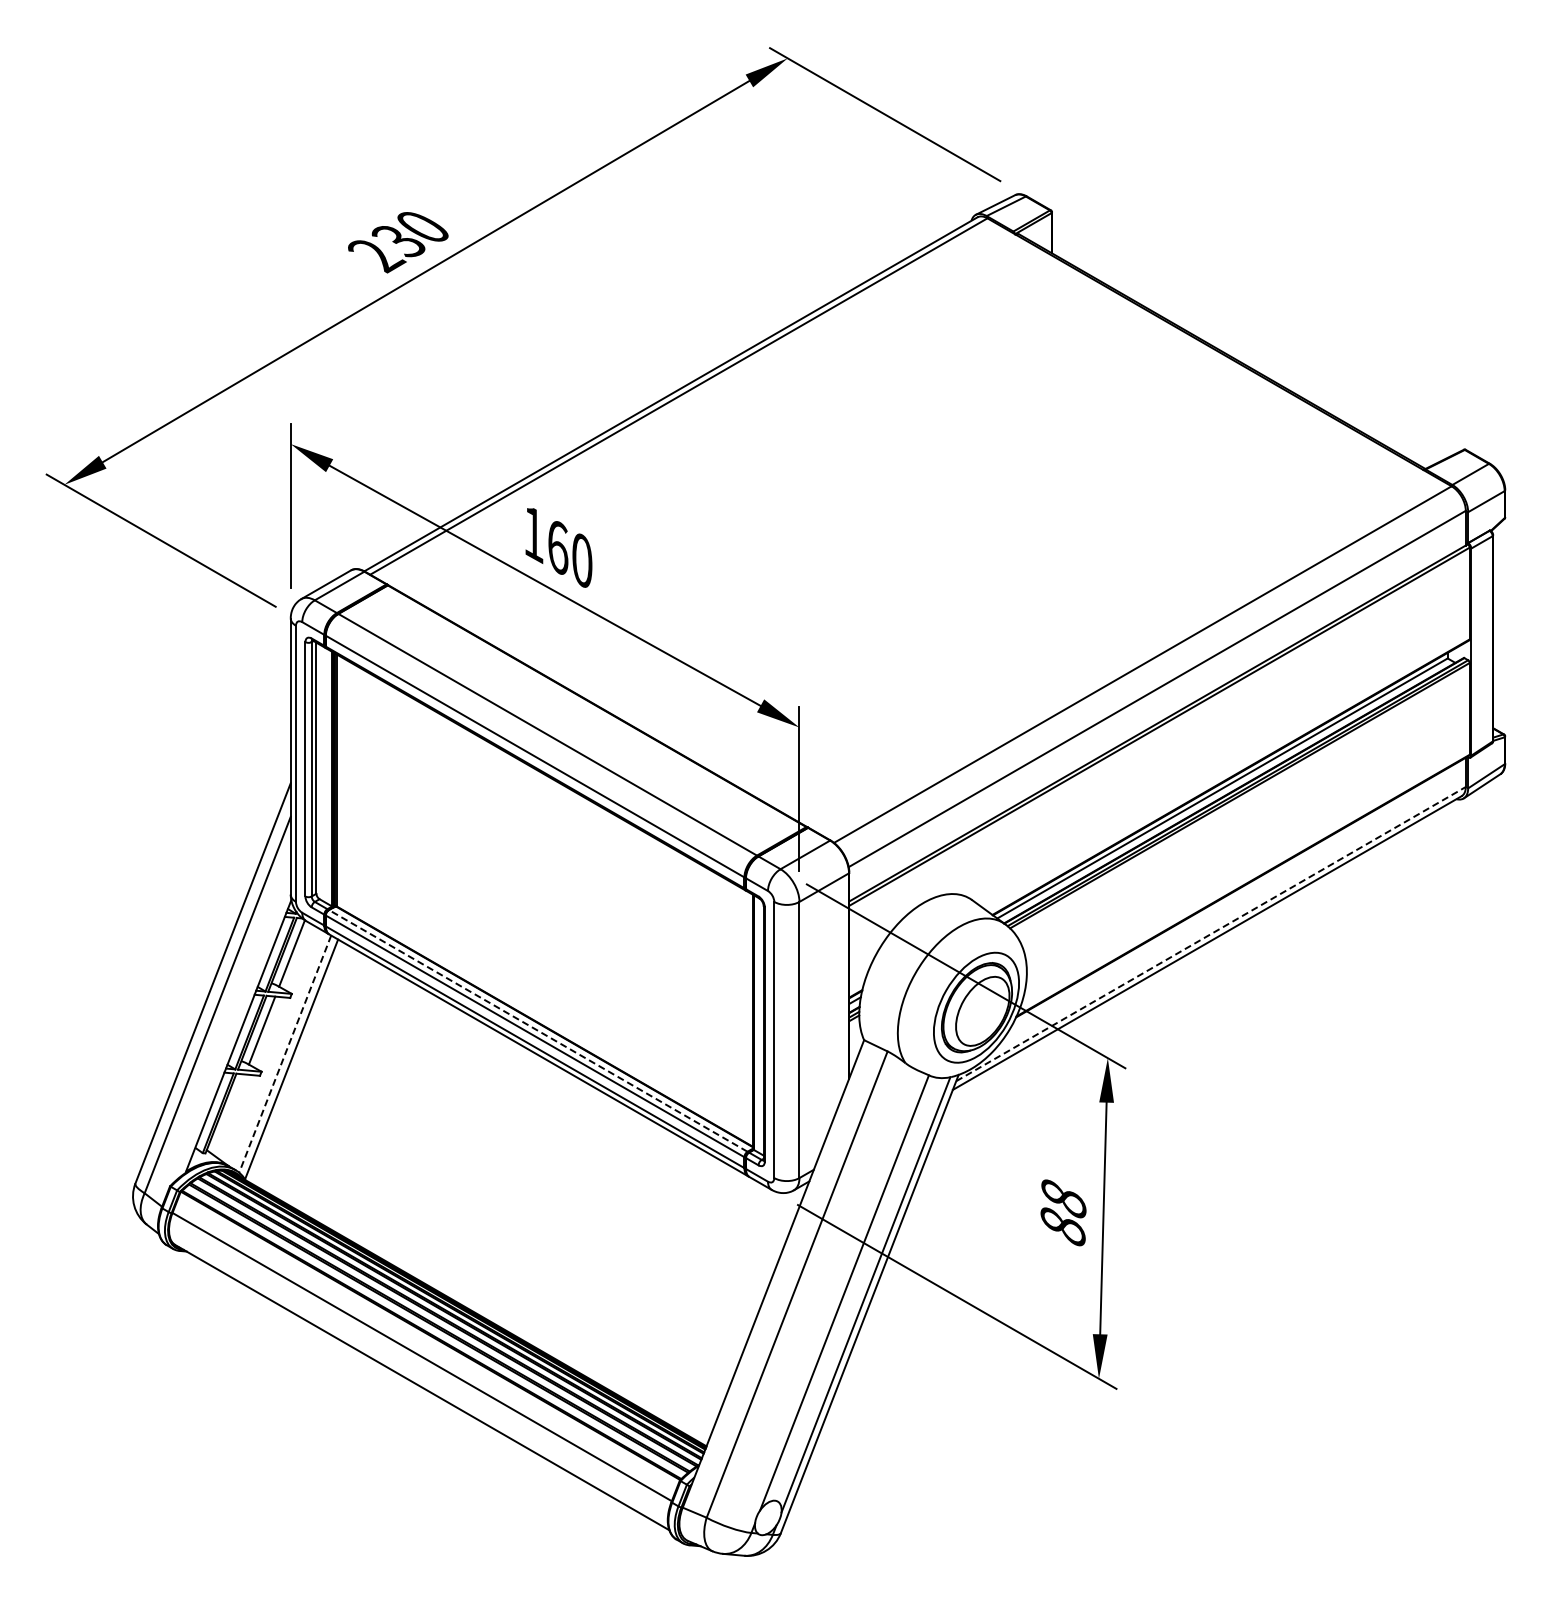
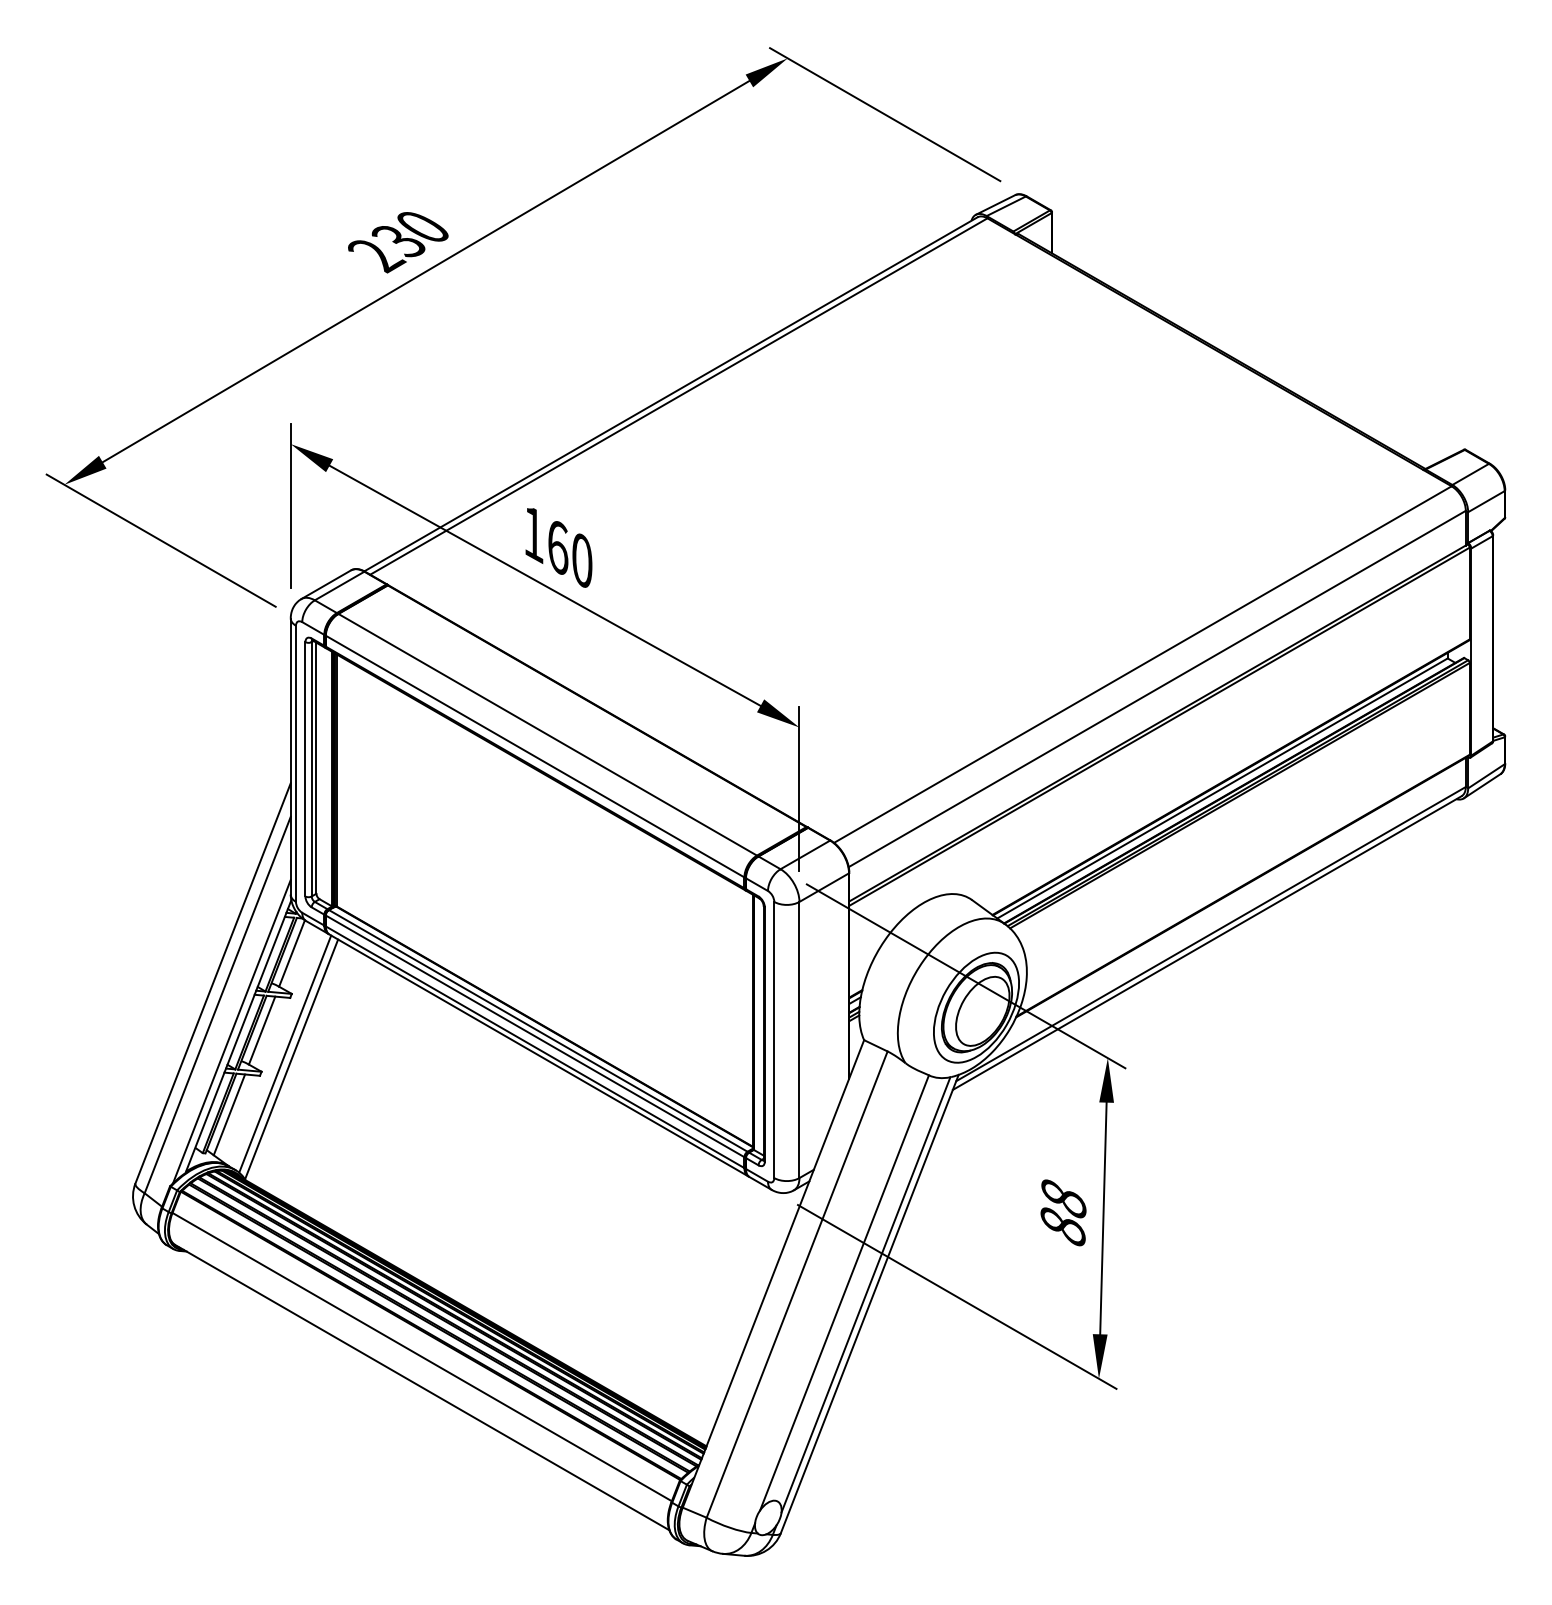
line at (1211, 933): dashed -> solid
line at (538, 1030): dashed -> solid
line at (231, 1031): none -> present
line at (285, 1054): dashed -> solid
line at (229, 1114): none -> present
